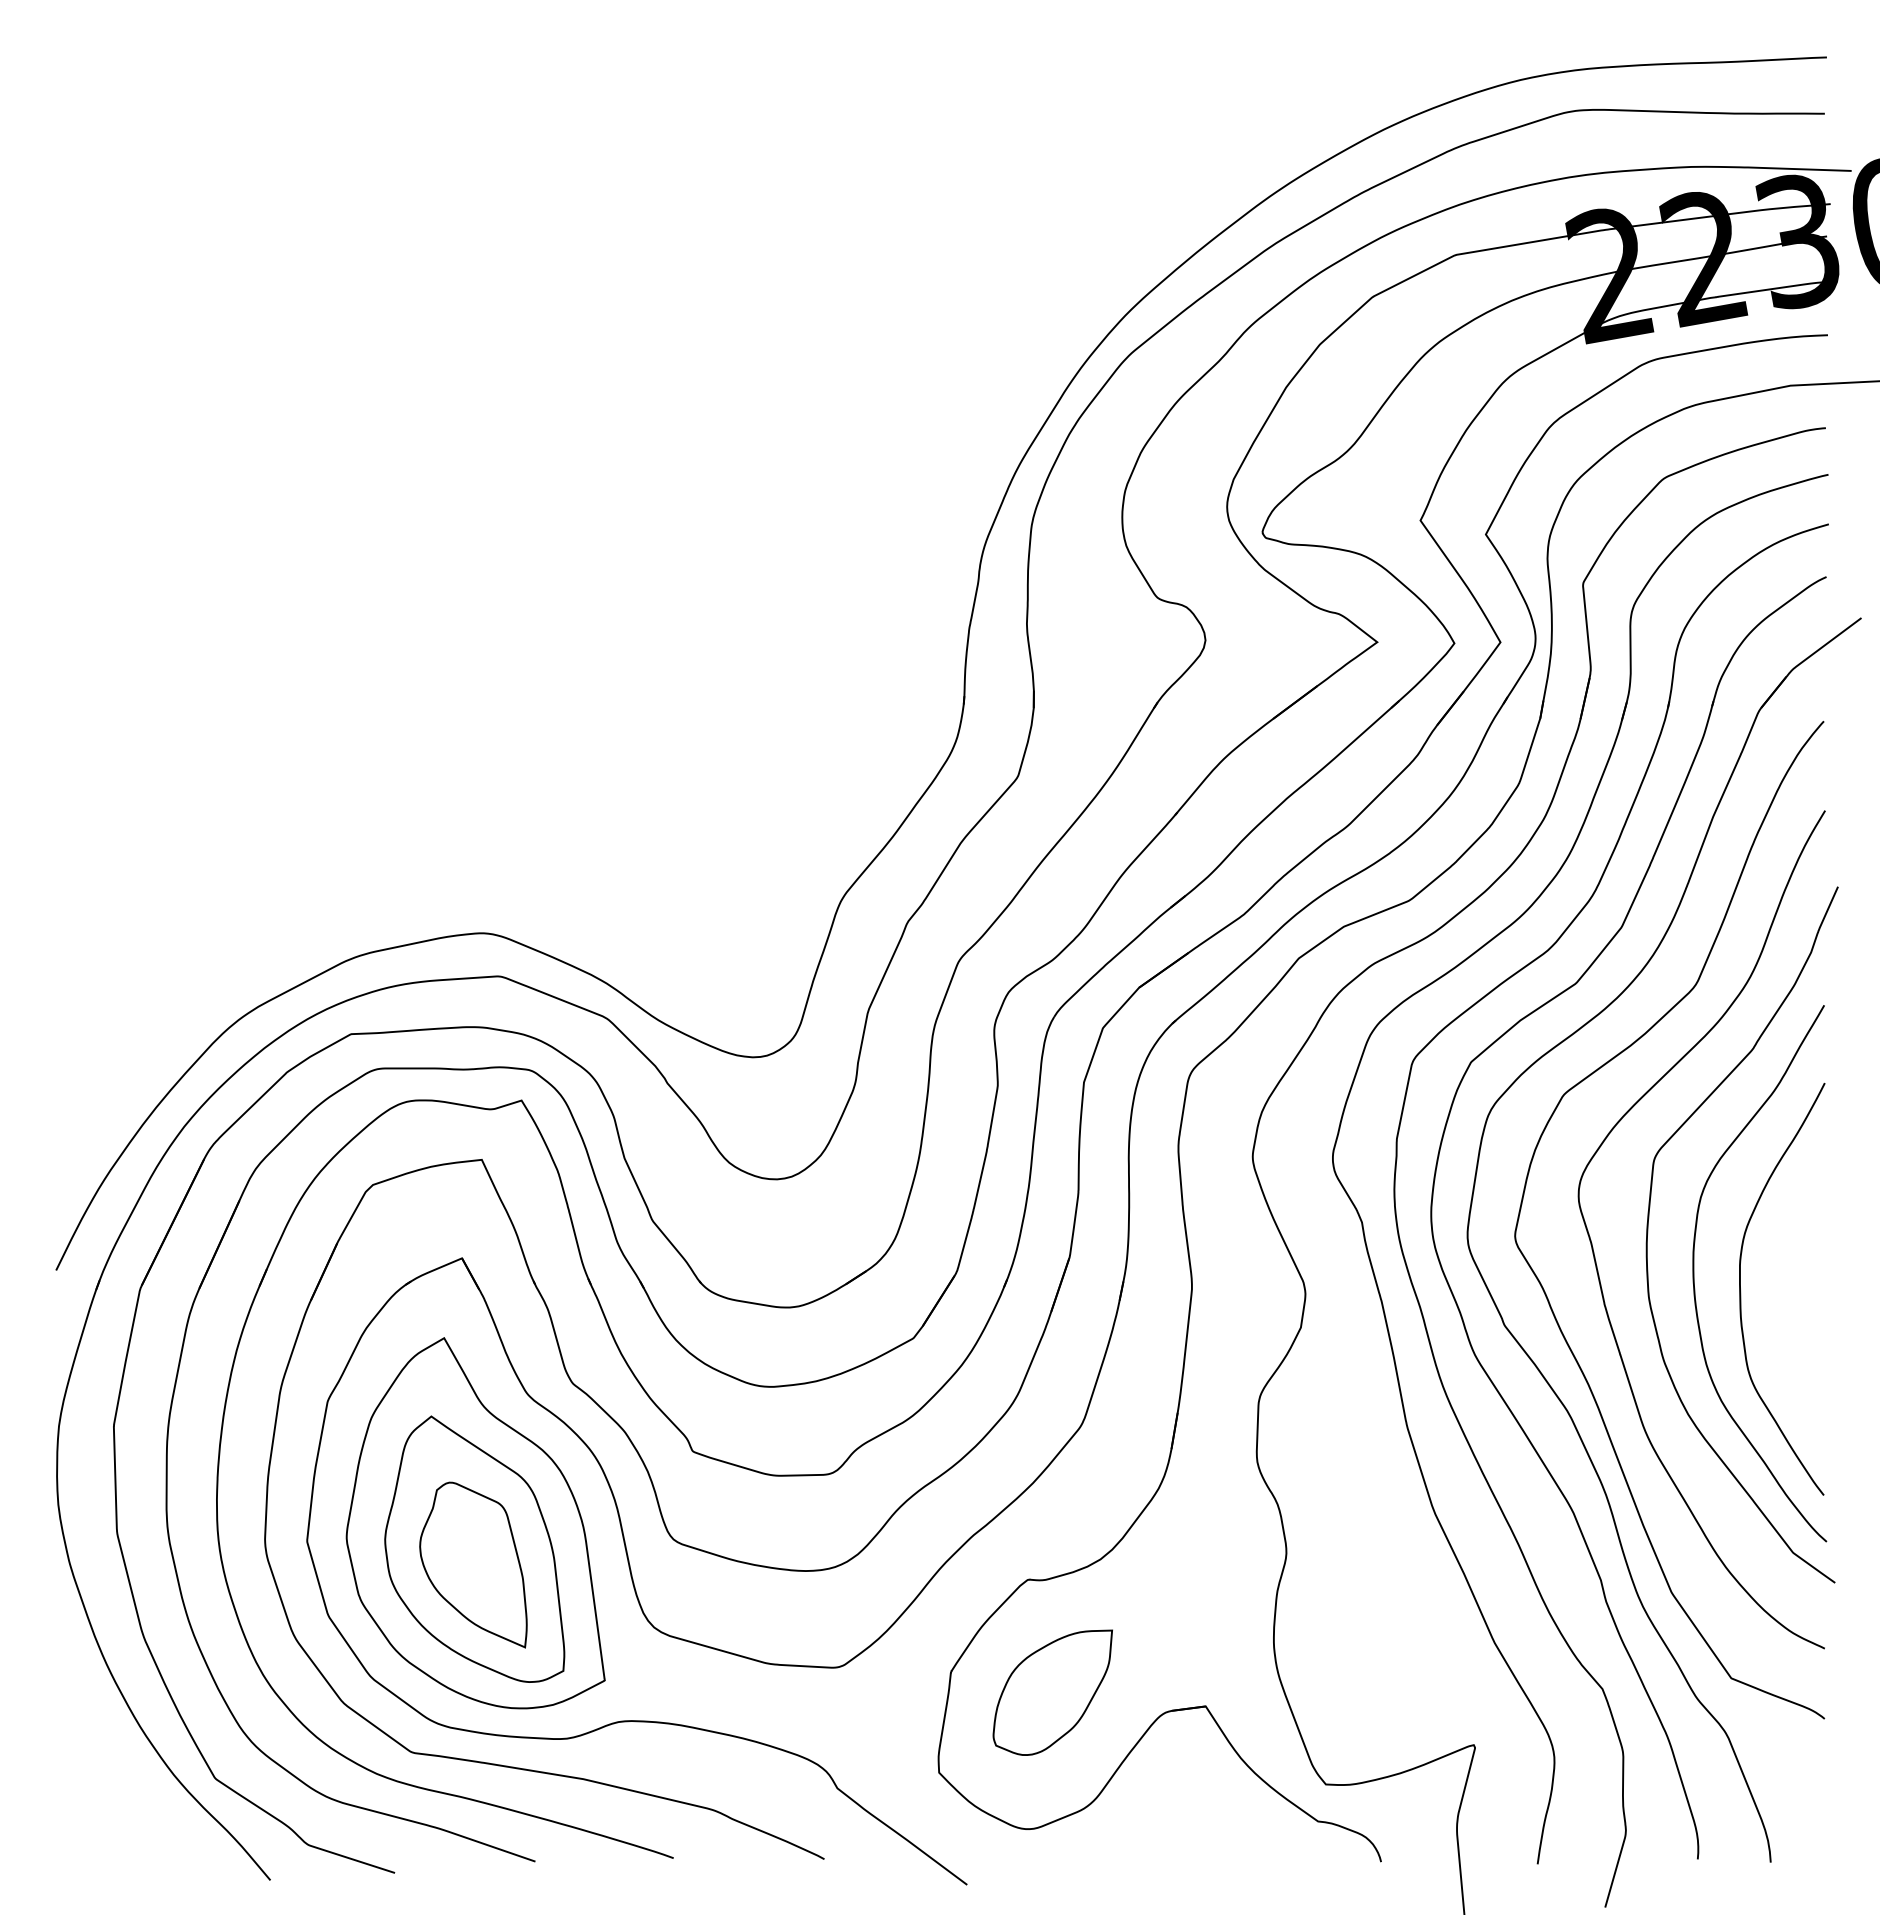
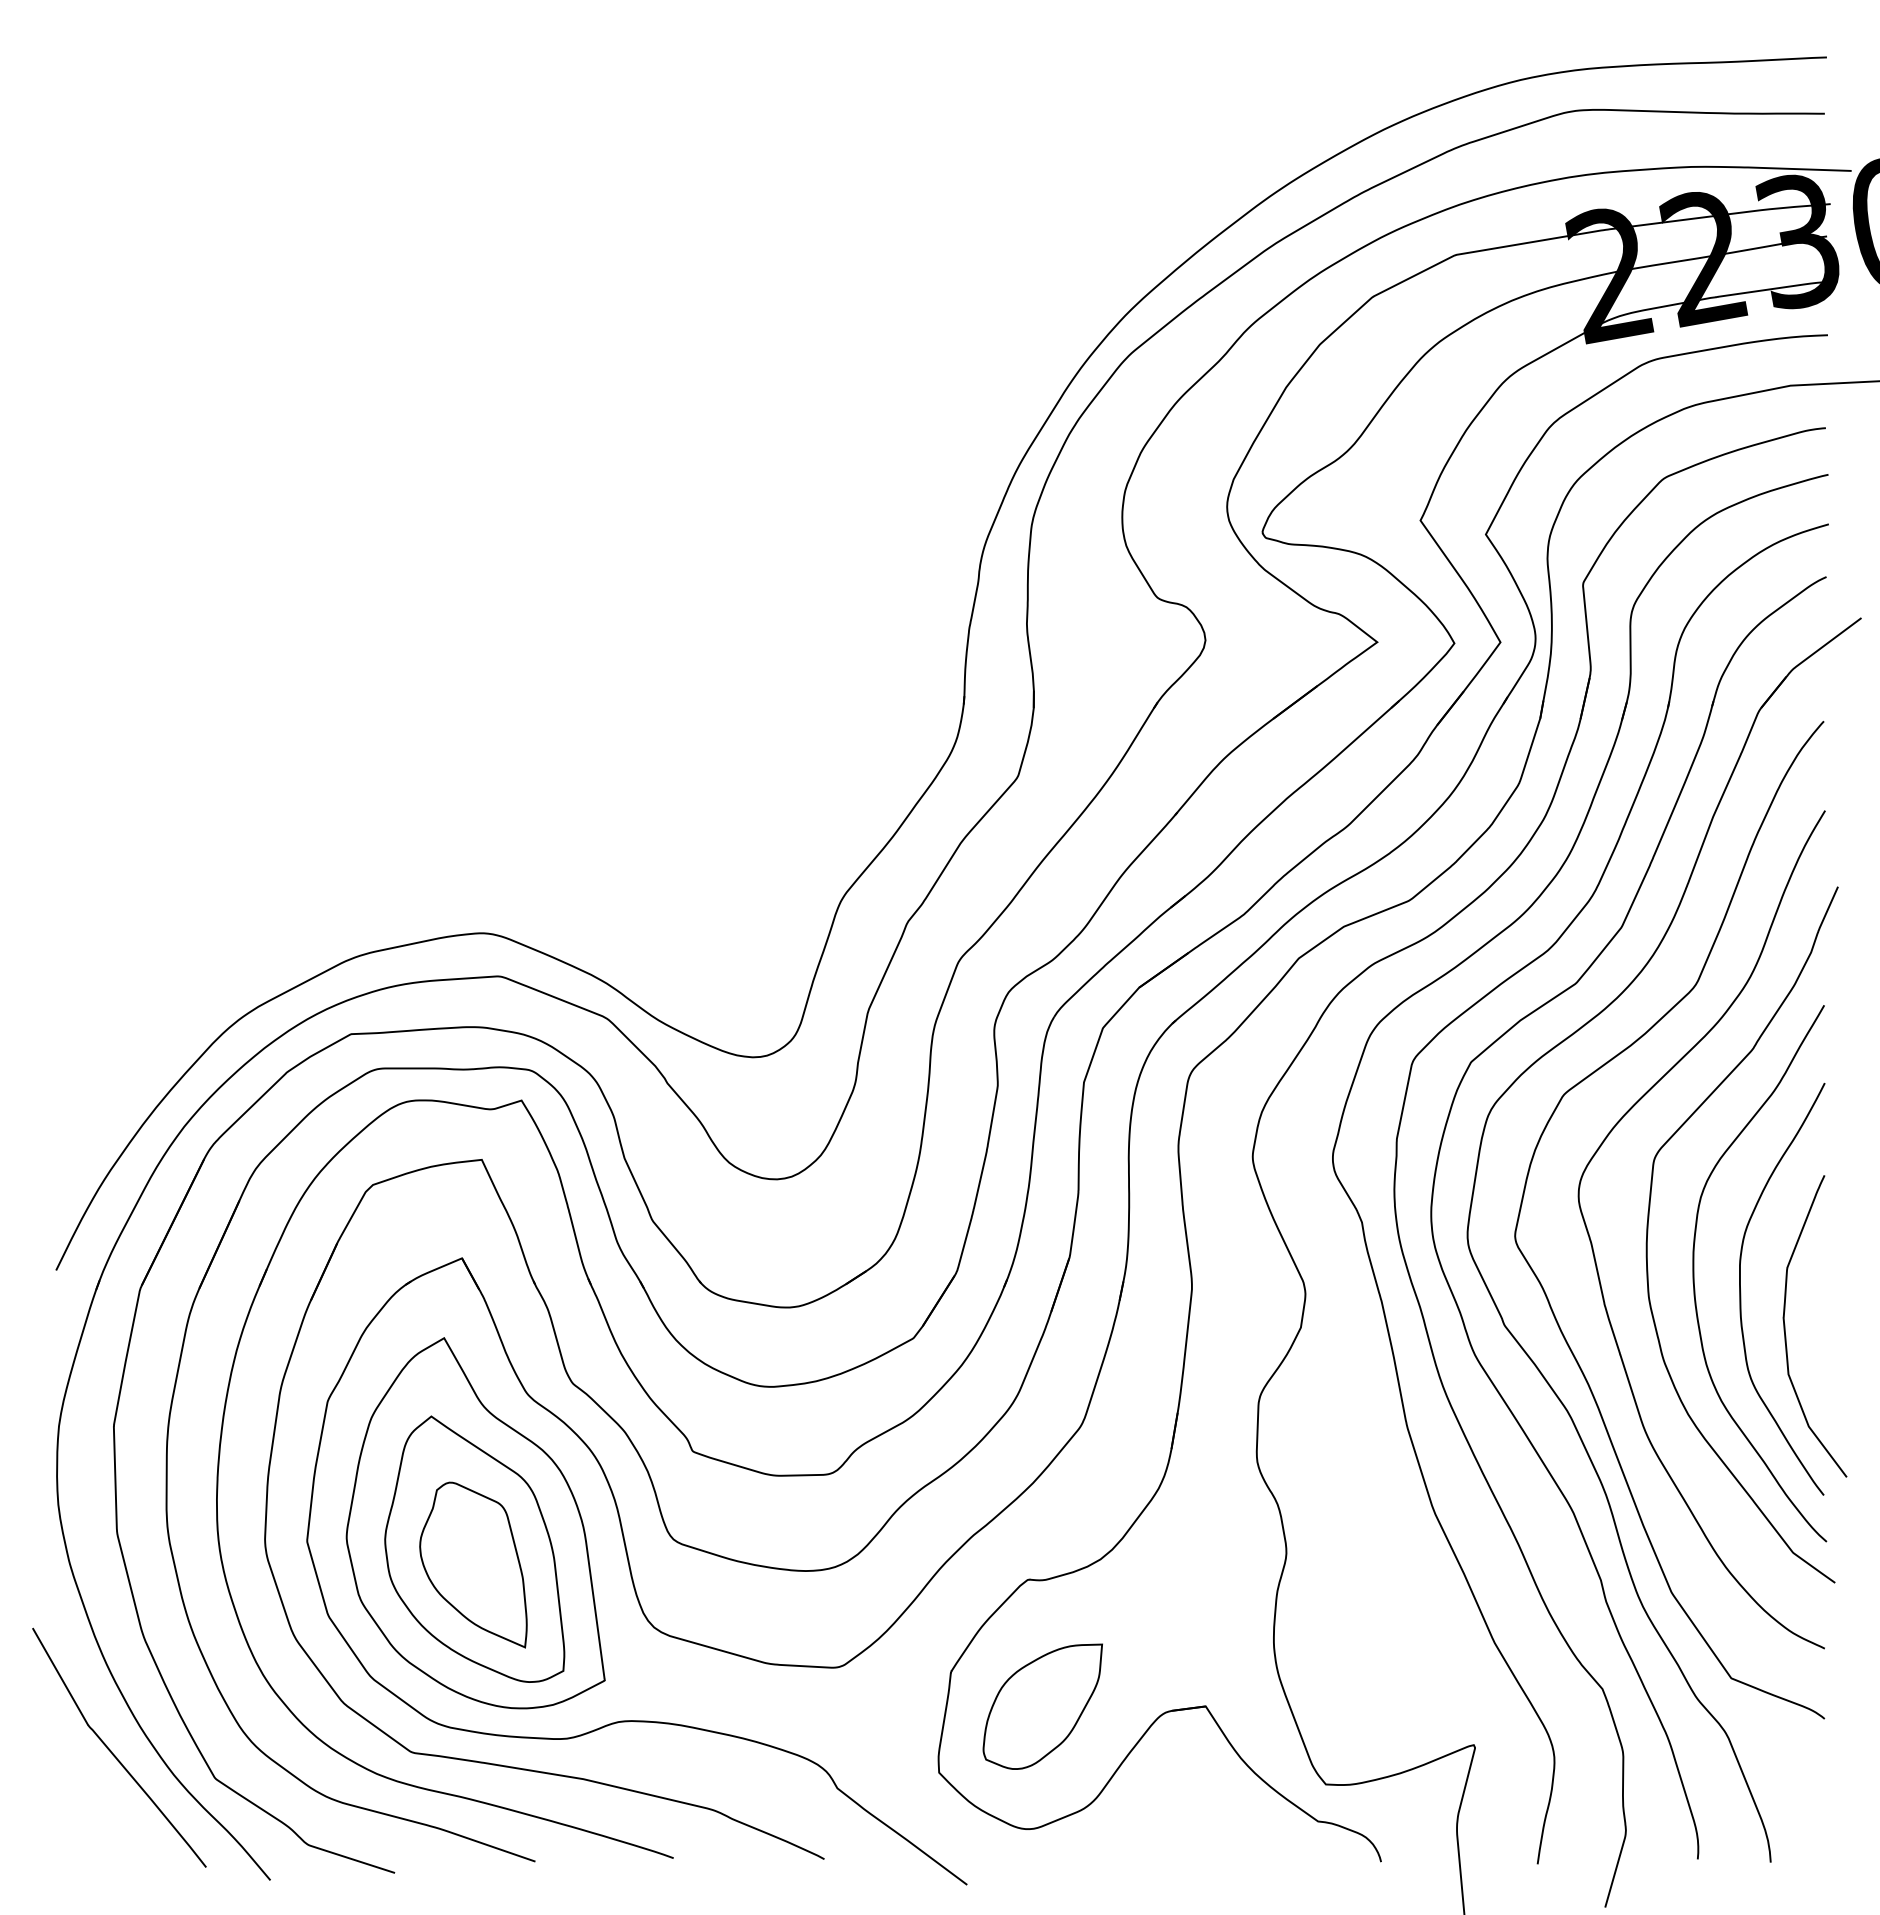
curve at (1785, 1326): none -> present
part at (1052, 1692) position: (1052, 1692) -> (1042, 1706)
curve at (113, 1753): none -> present
